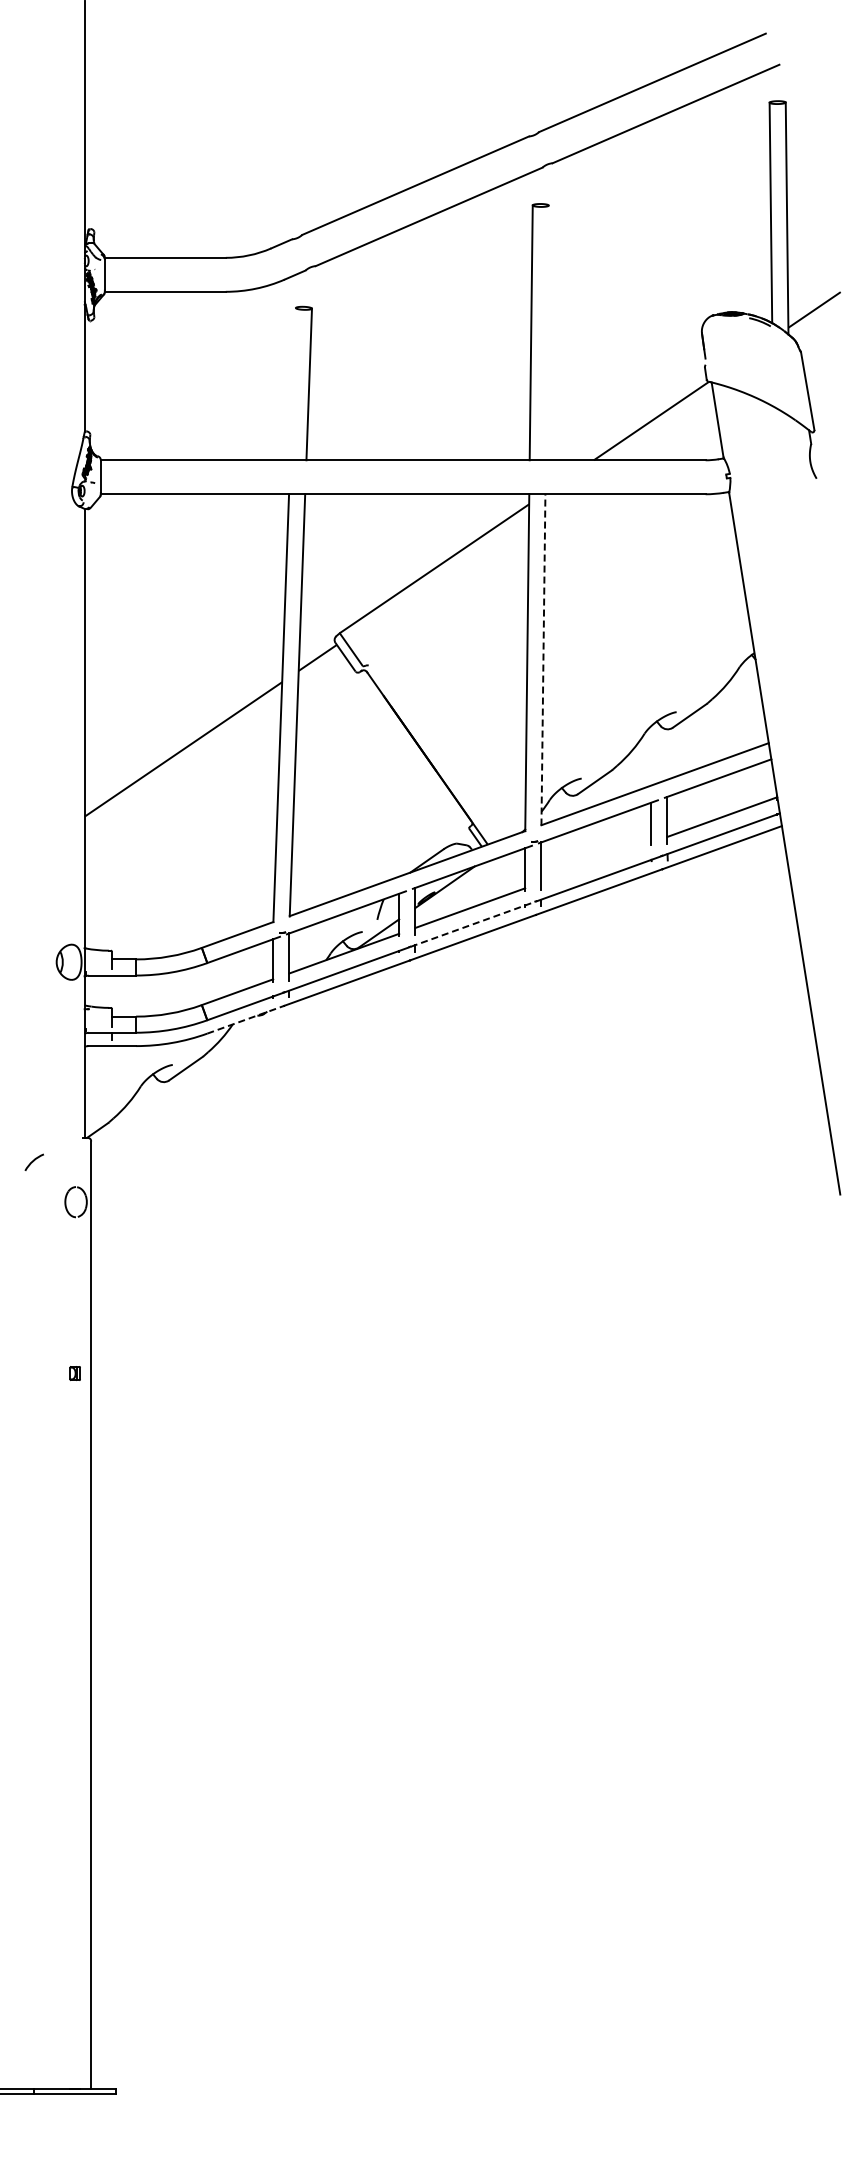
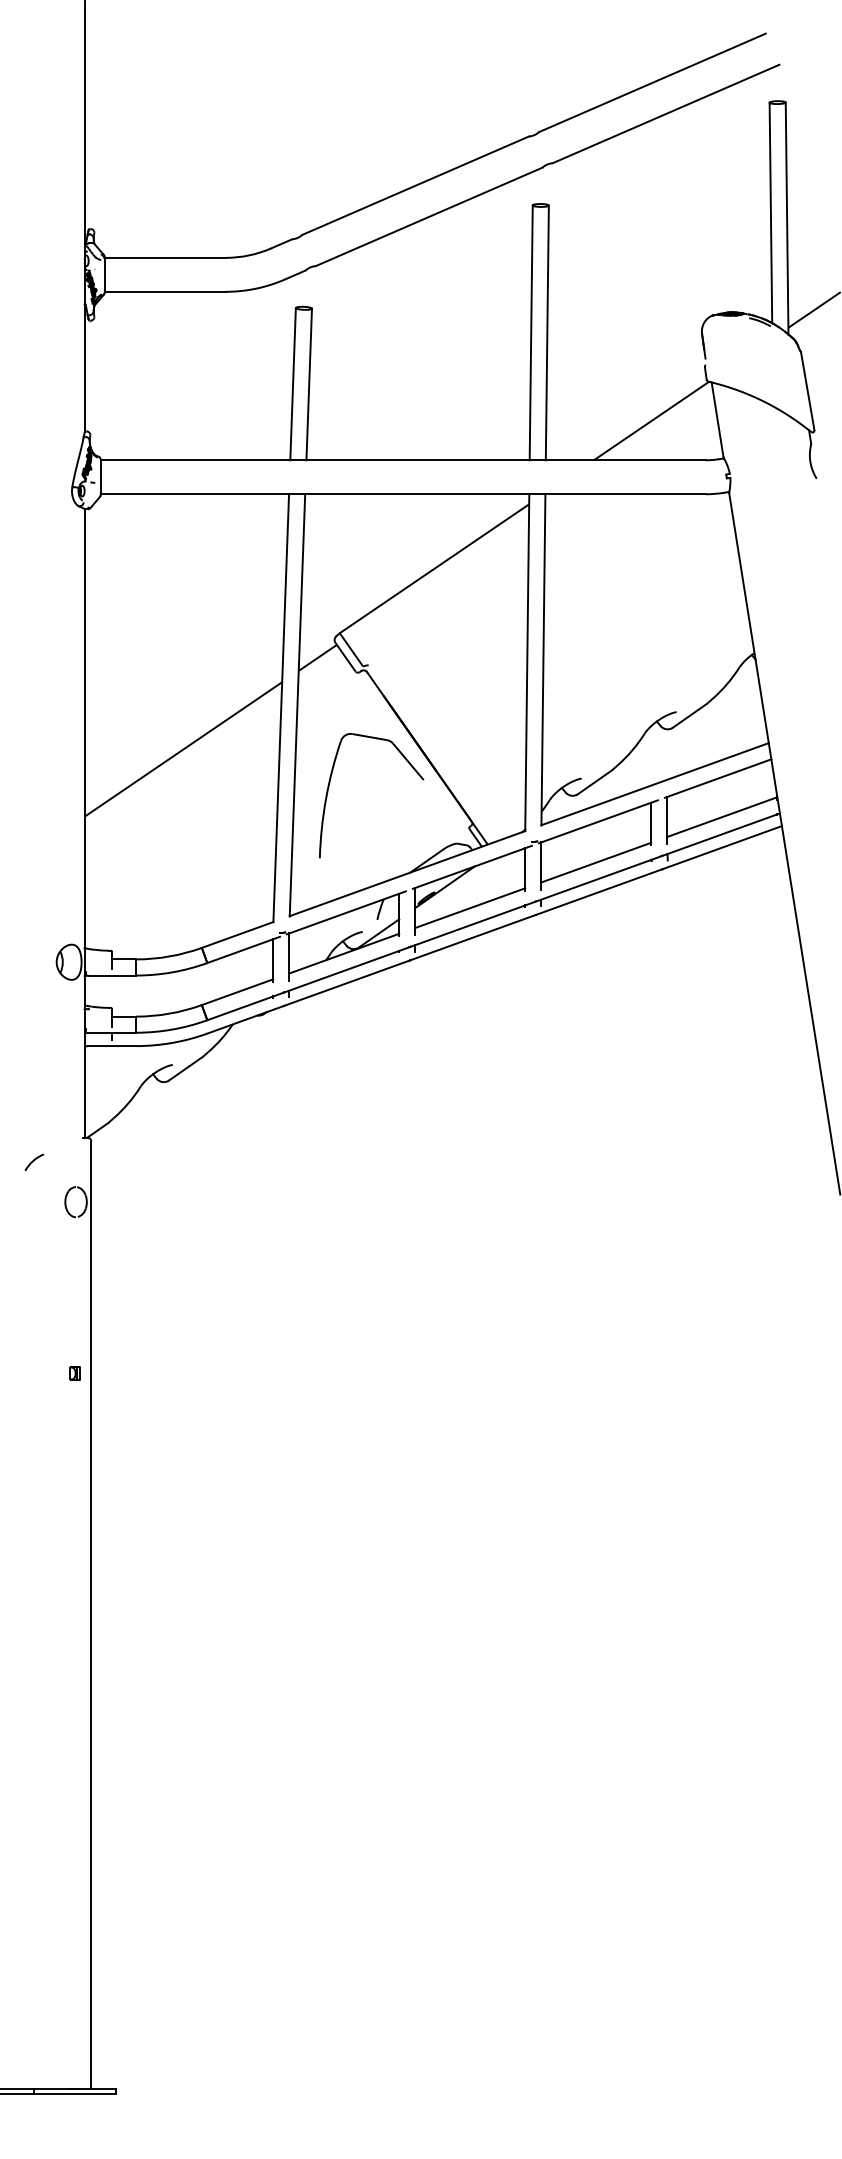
line at (546, 332): none -> present
line at (292, 384): none -> present
line at (543, 659): dashed -> solid
part at (330, 783): none -> present
line at (596, 862): none -> present
line at (473, 924): dashed -> solid
line at (245, 1019): dashed -> solid
